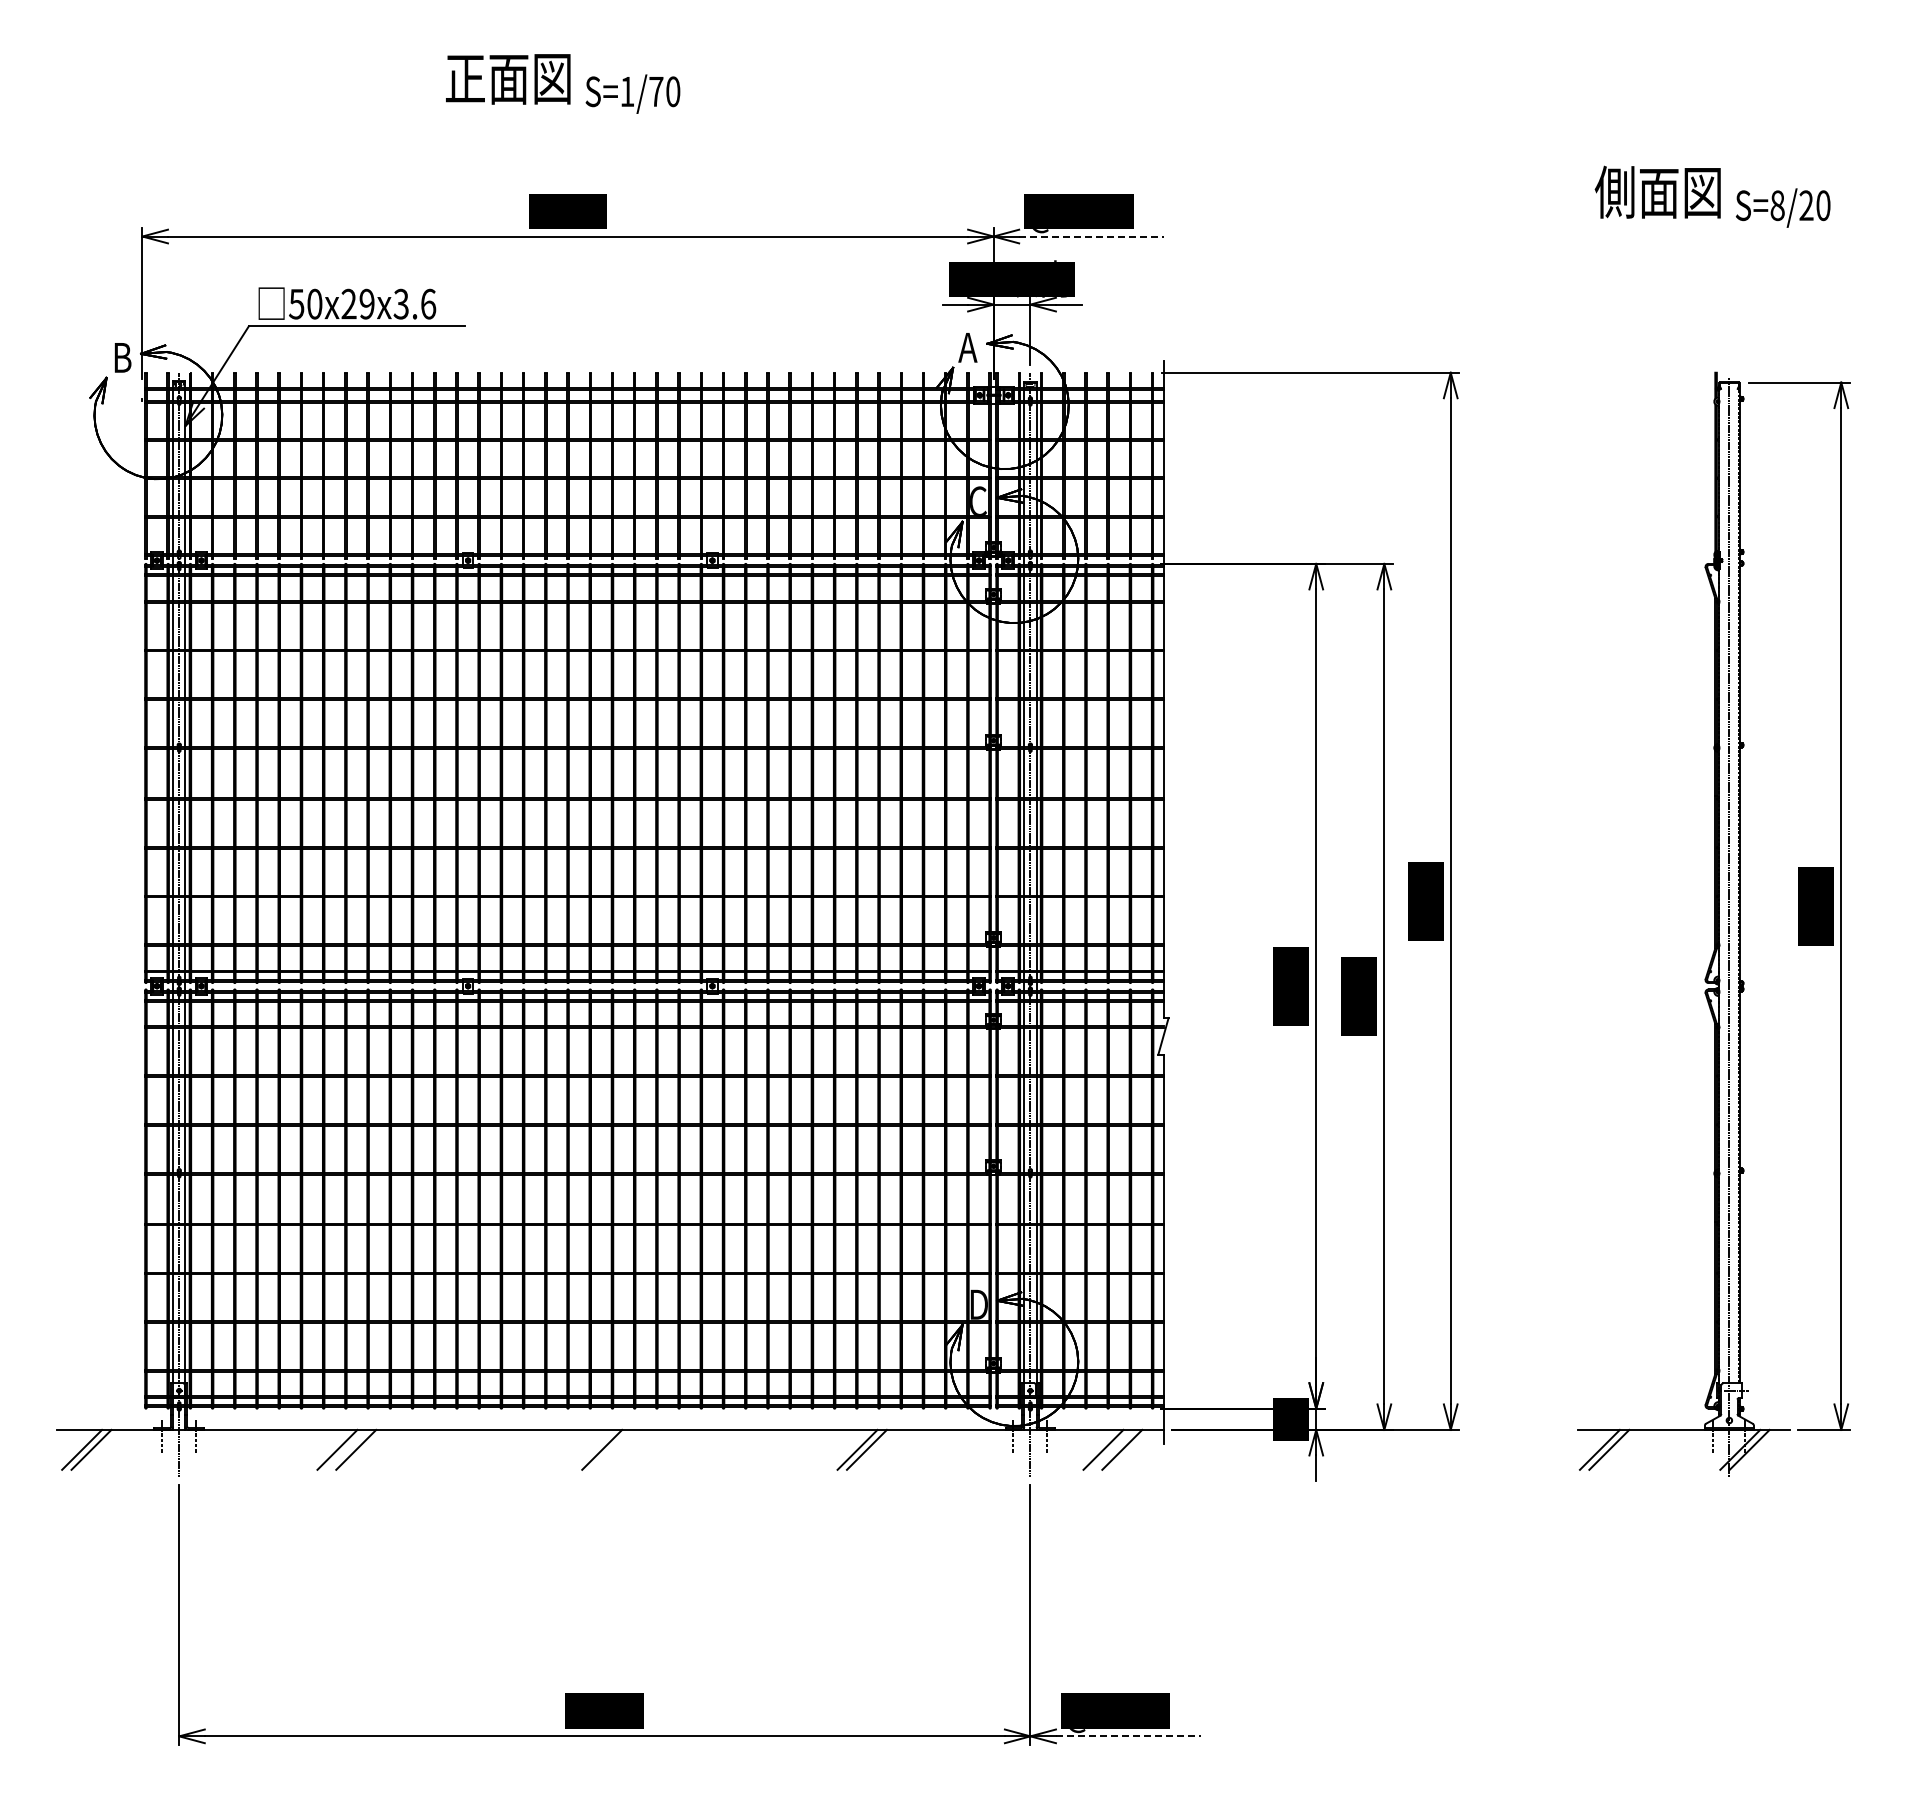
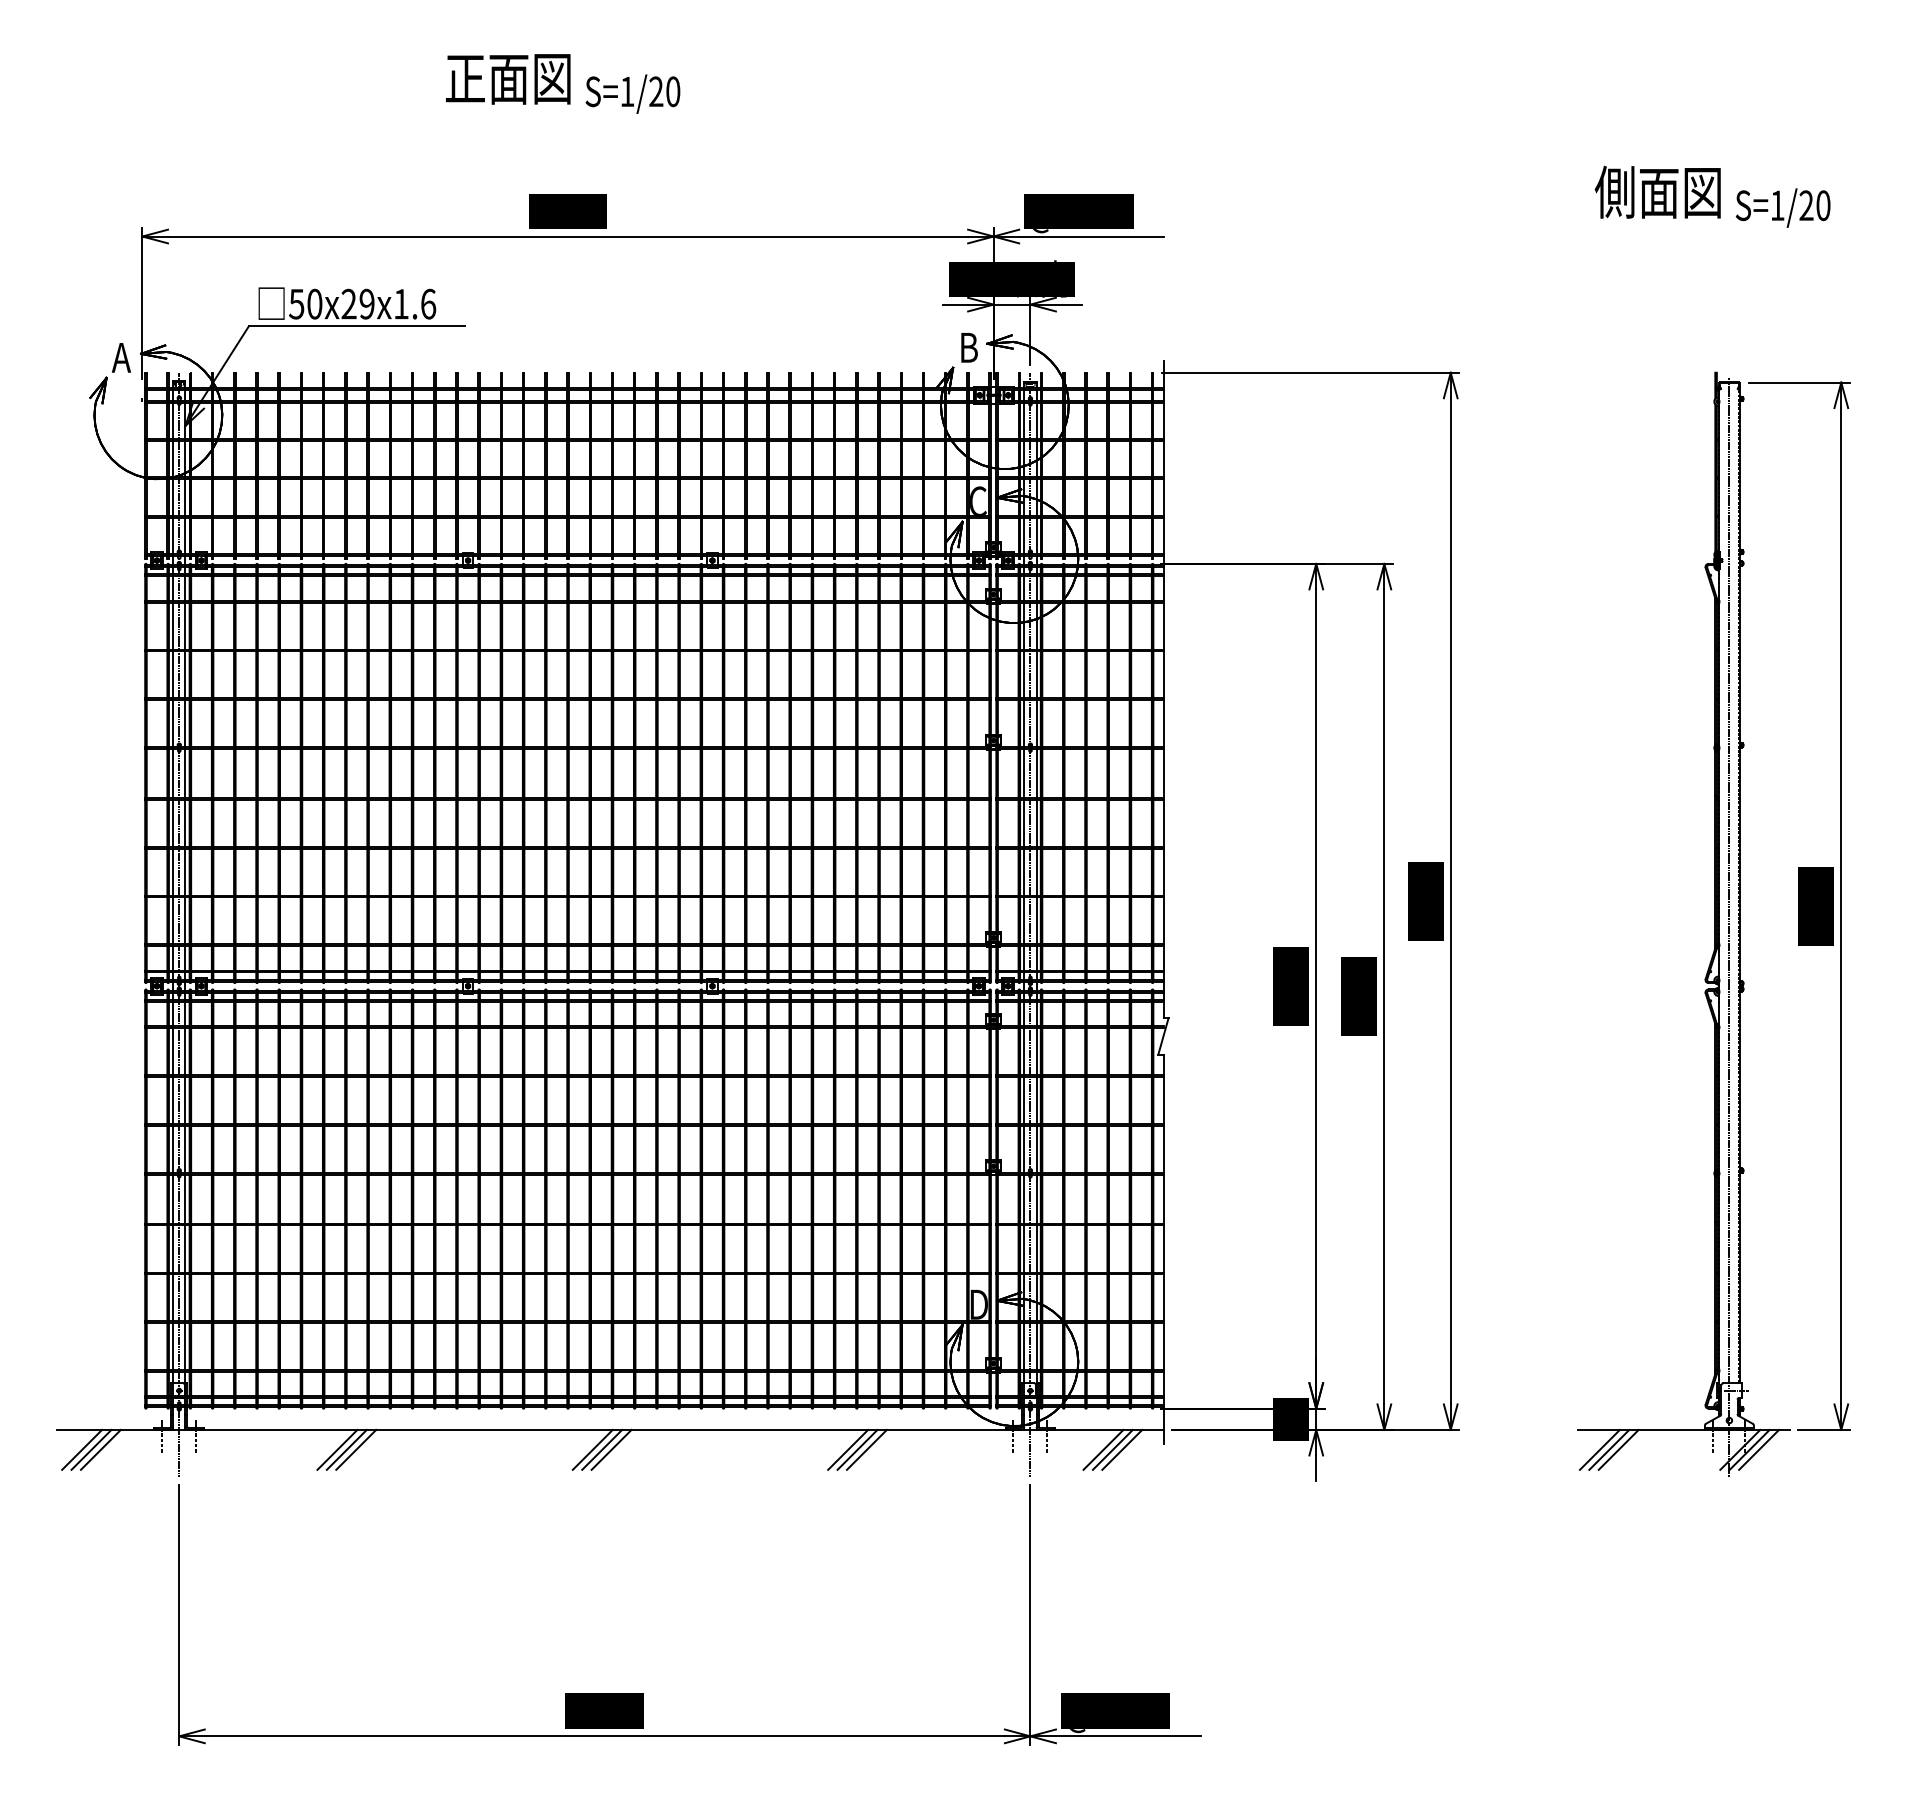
text at (656, 91): S=1/70 -> S=1/20
text at (1777, 205): S=8/20 -> S=1/20
line at (1091, 236): dashed -> solid
text at (400, 303): 50x29x3.6 -> 50x29x1.6
text at (967, 347): A -> B
text at (121, 357): B -> A
line at (100, 1449): none -> present
line at (346, 1449): none -> present
line at (592, 1449): none -> present
line at (611, 1449): none -> present
line at (848, 1449): none -> present
line at (1112, 1449): none -> present
line at (1618, 1449): none -> present
line at (1759, 1449): none -> present
line at (1128, 1736): dashed -> solid
